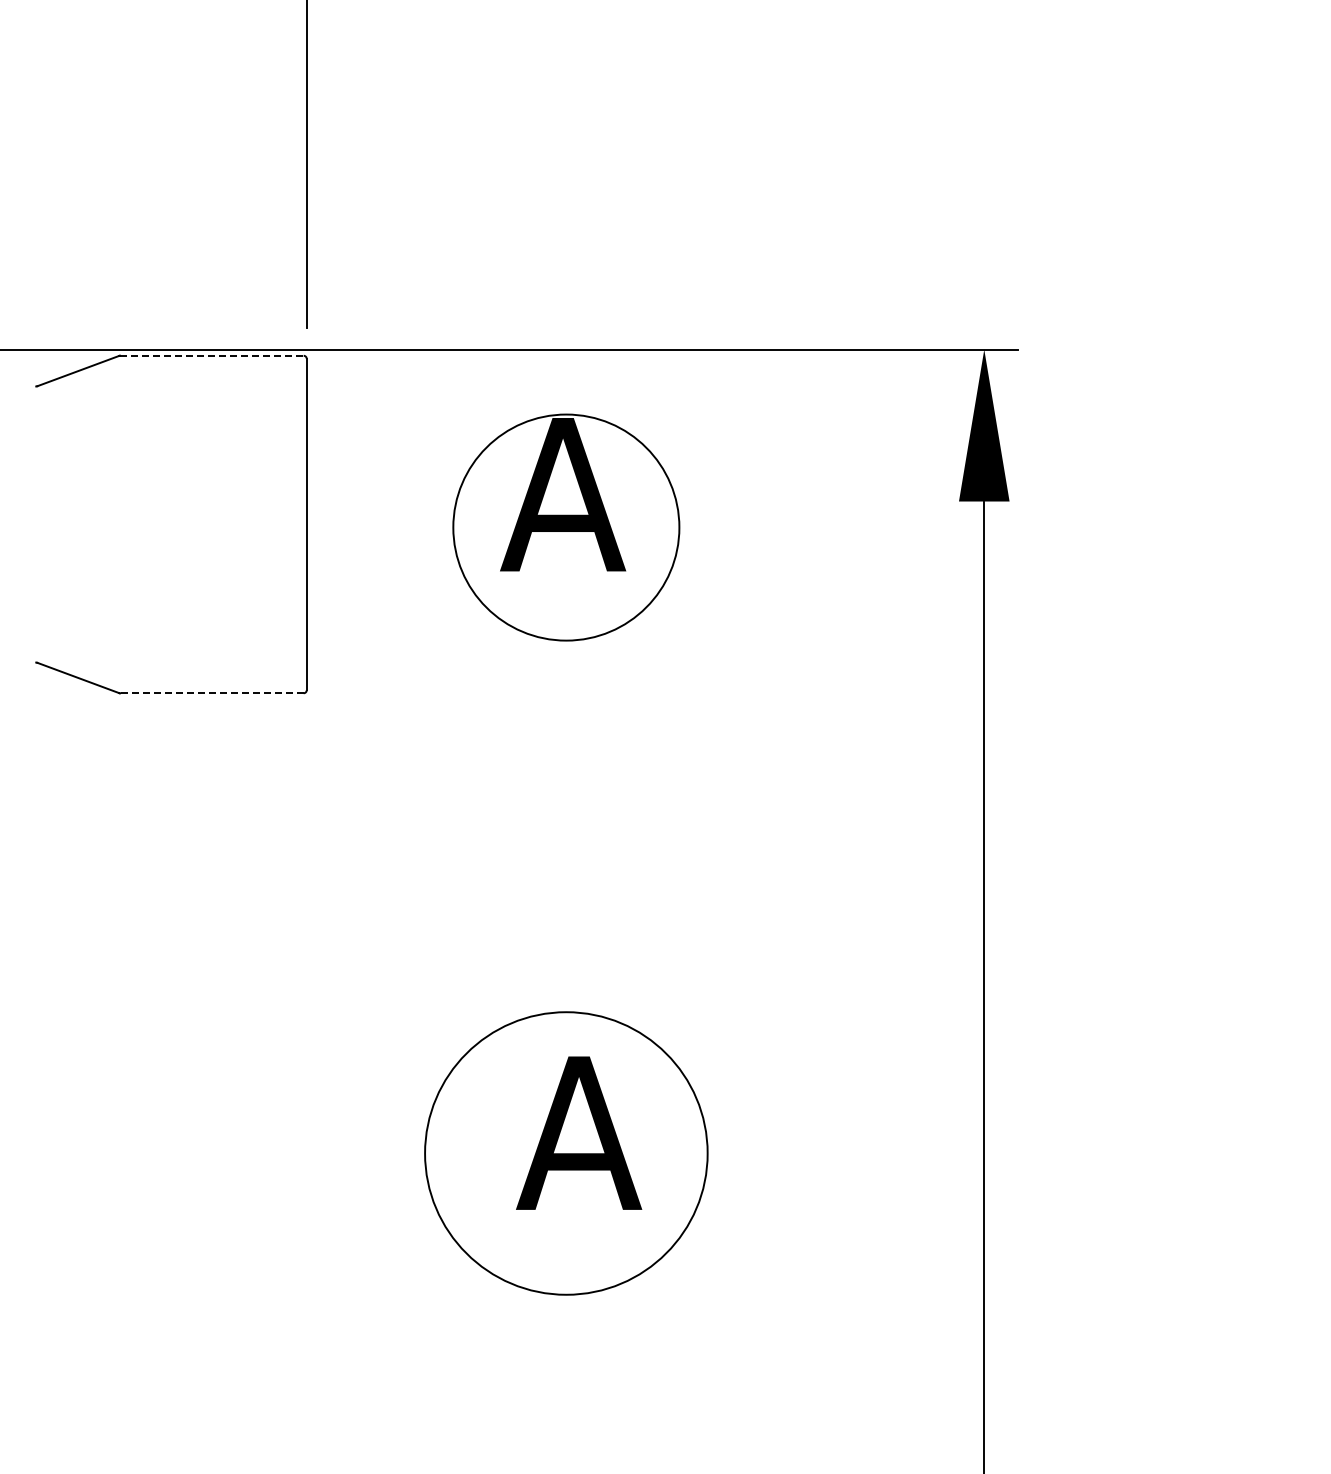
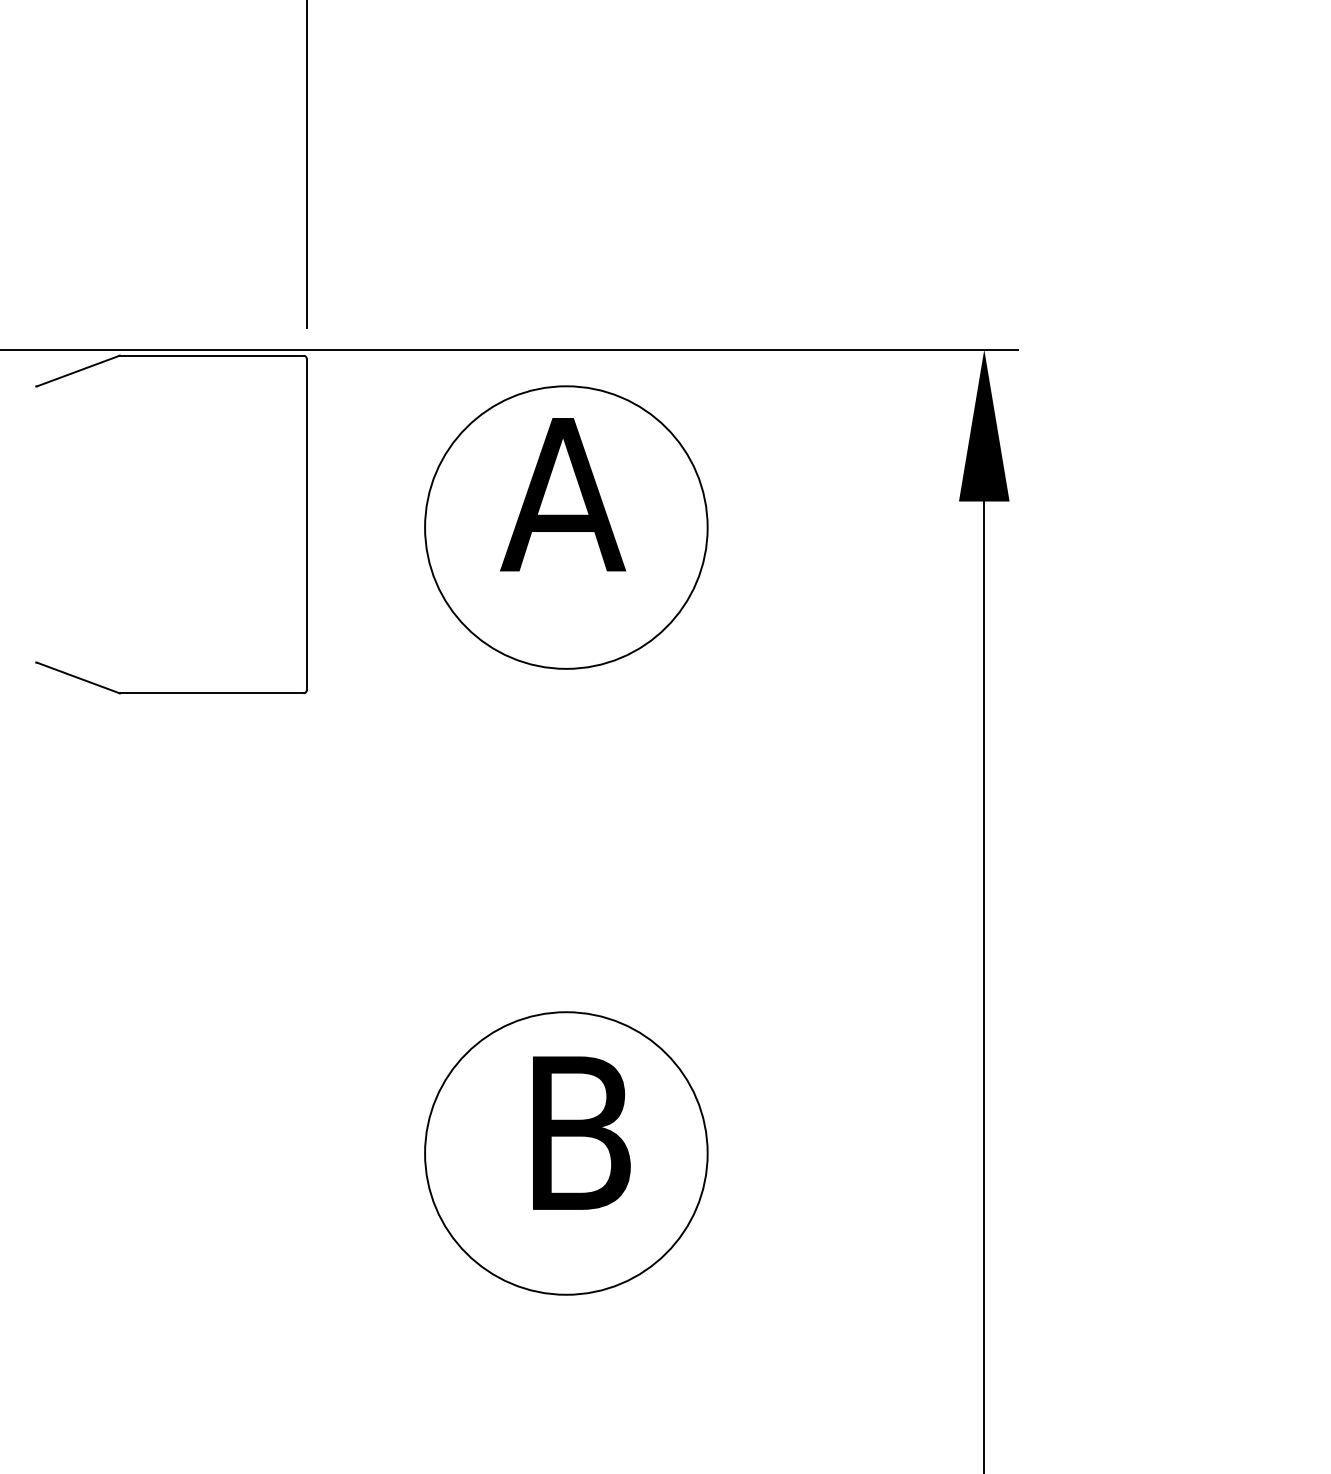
line at (211, 355): dashed -> solid
circle at (566, 527) diameter: 226 px -> 283 px
line at (211, 693): dashed -> solid
text at (579, 1132): A -> B
